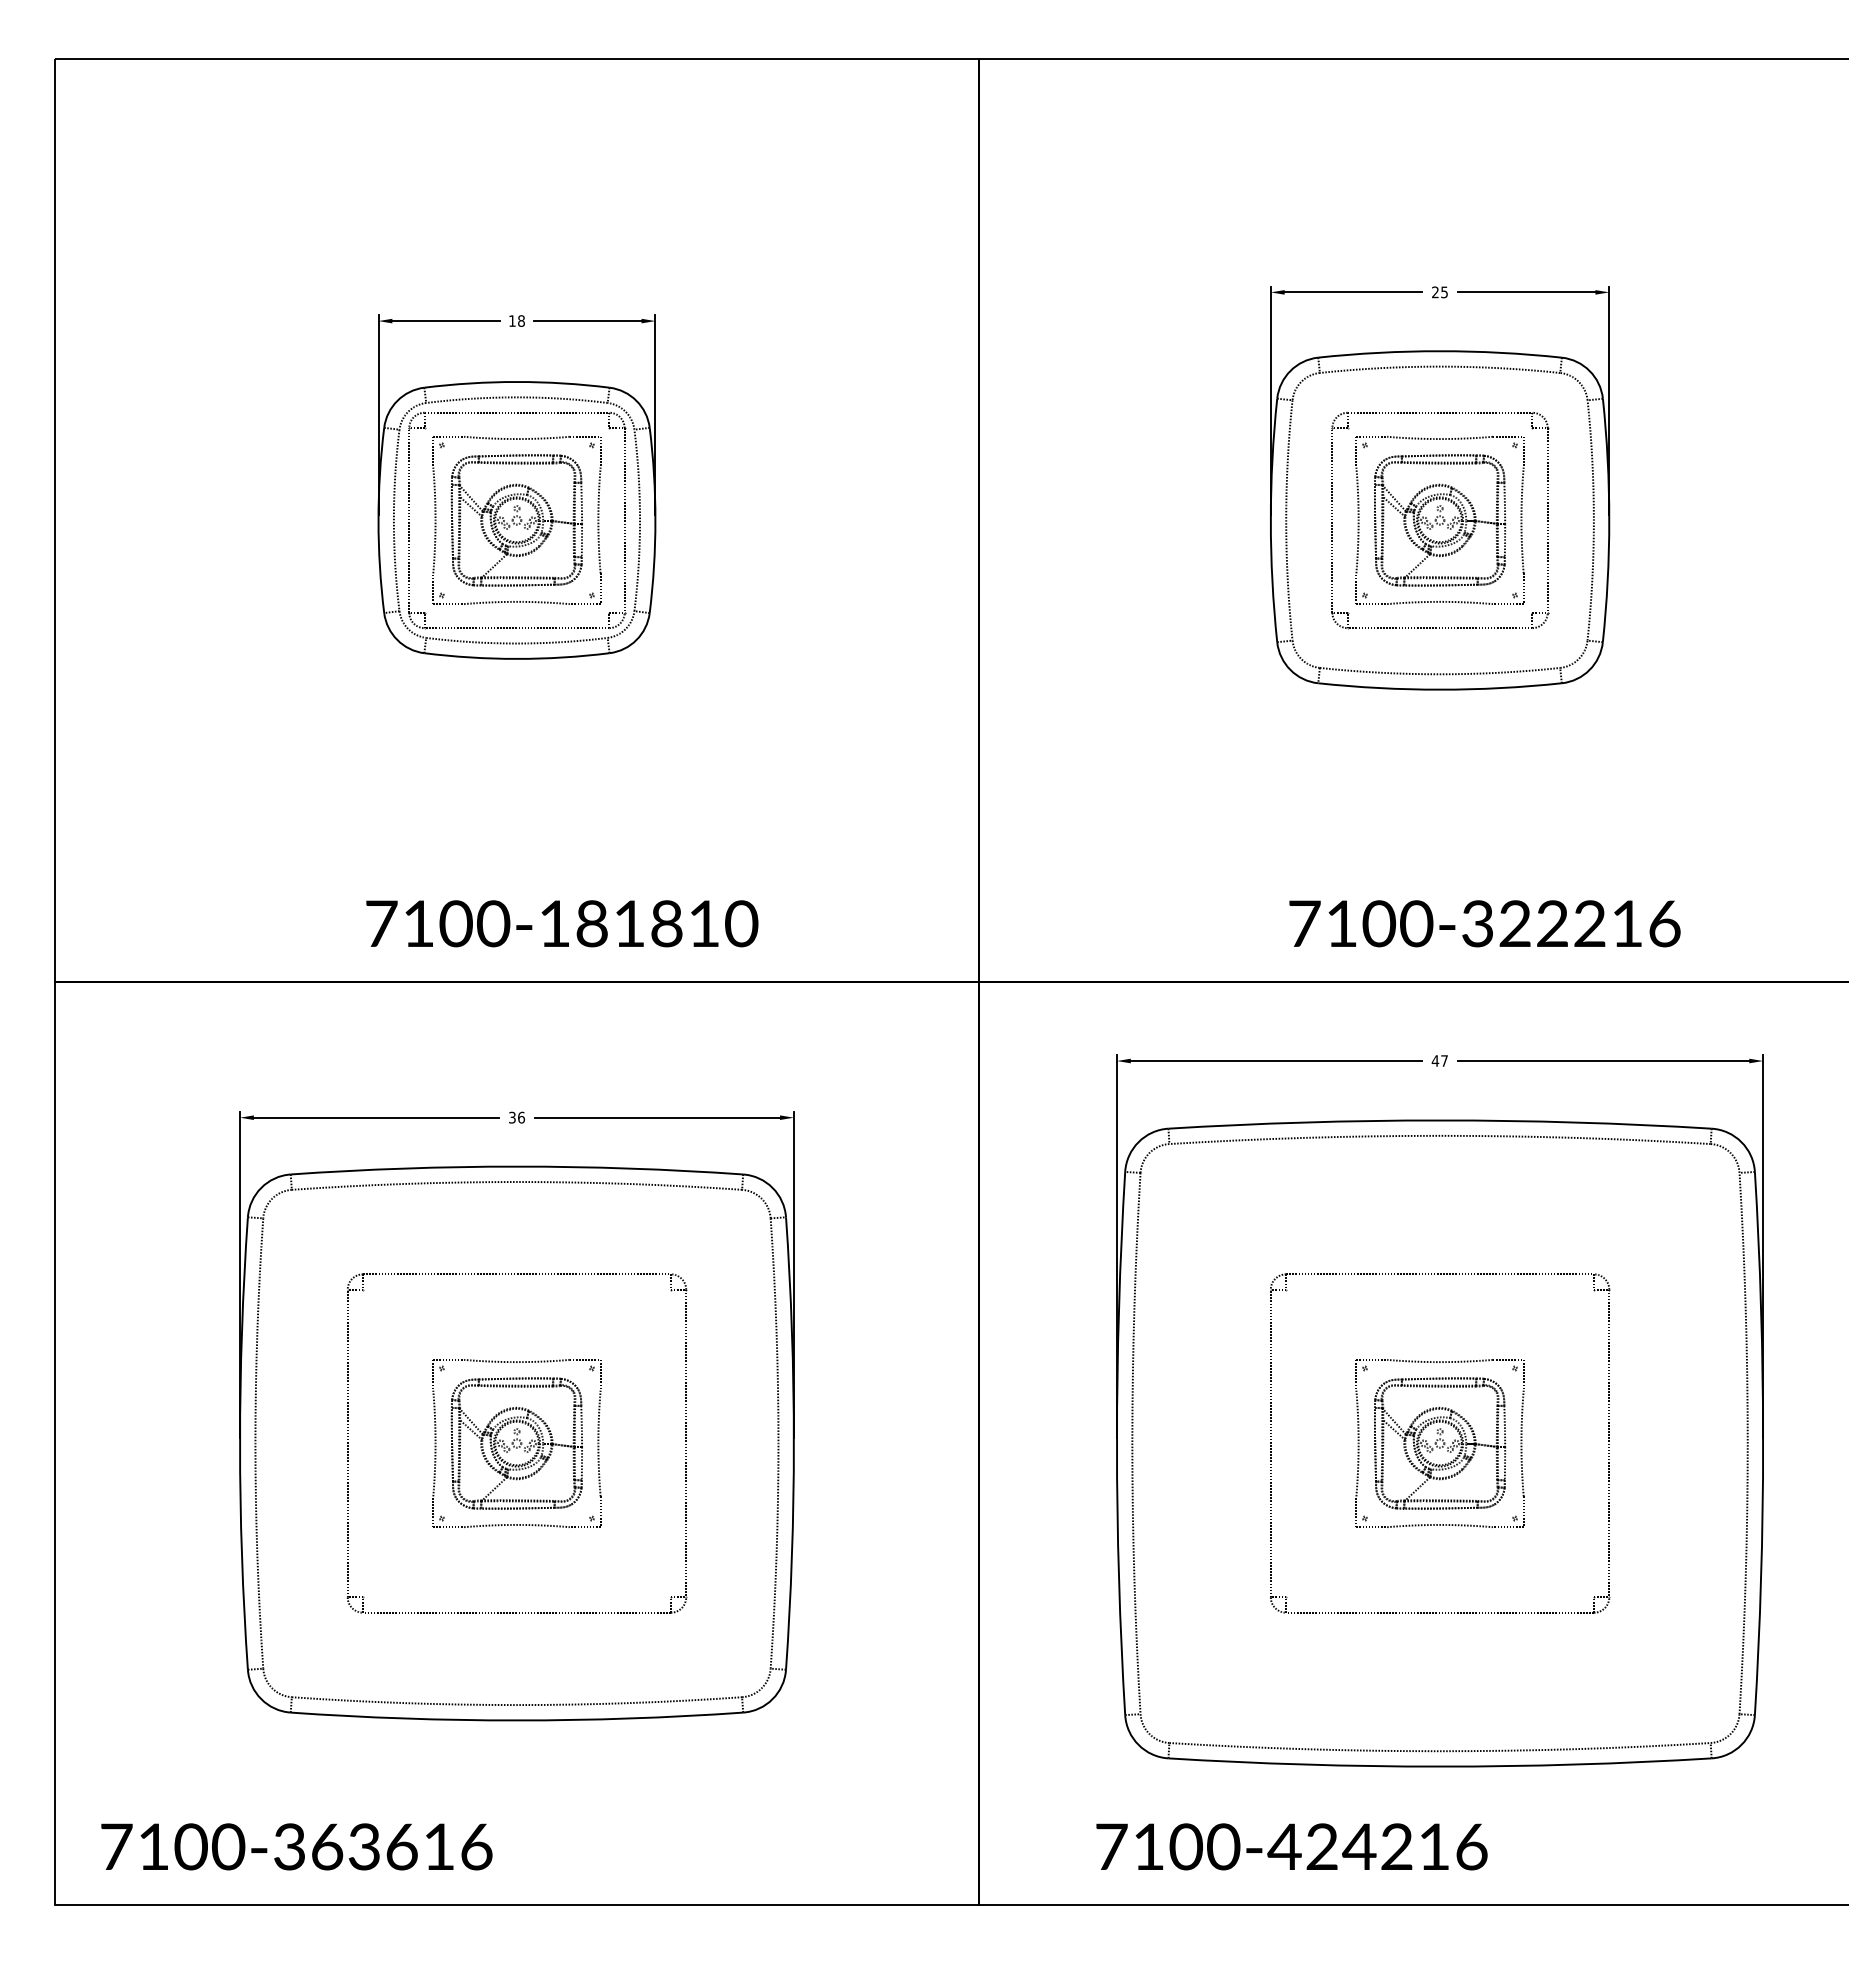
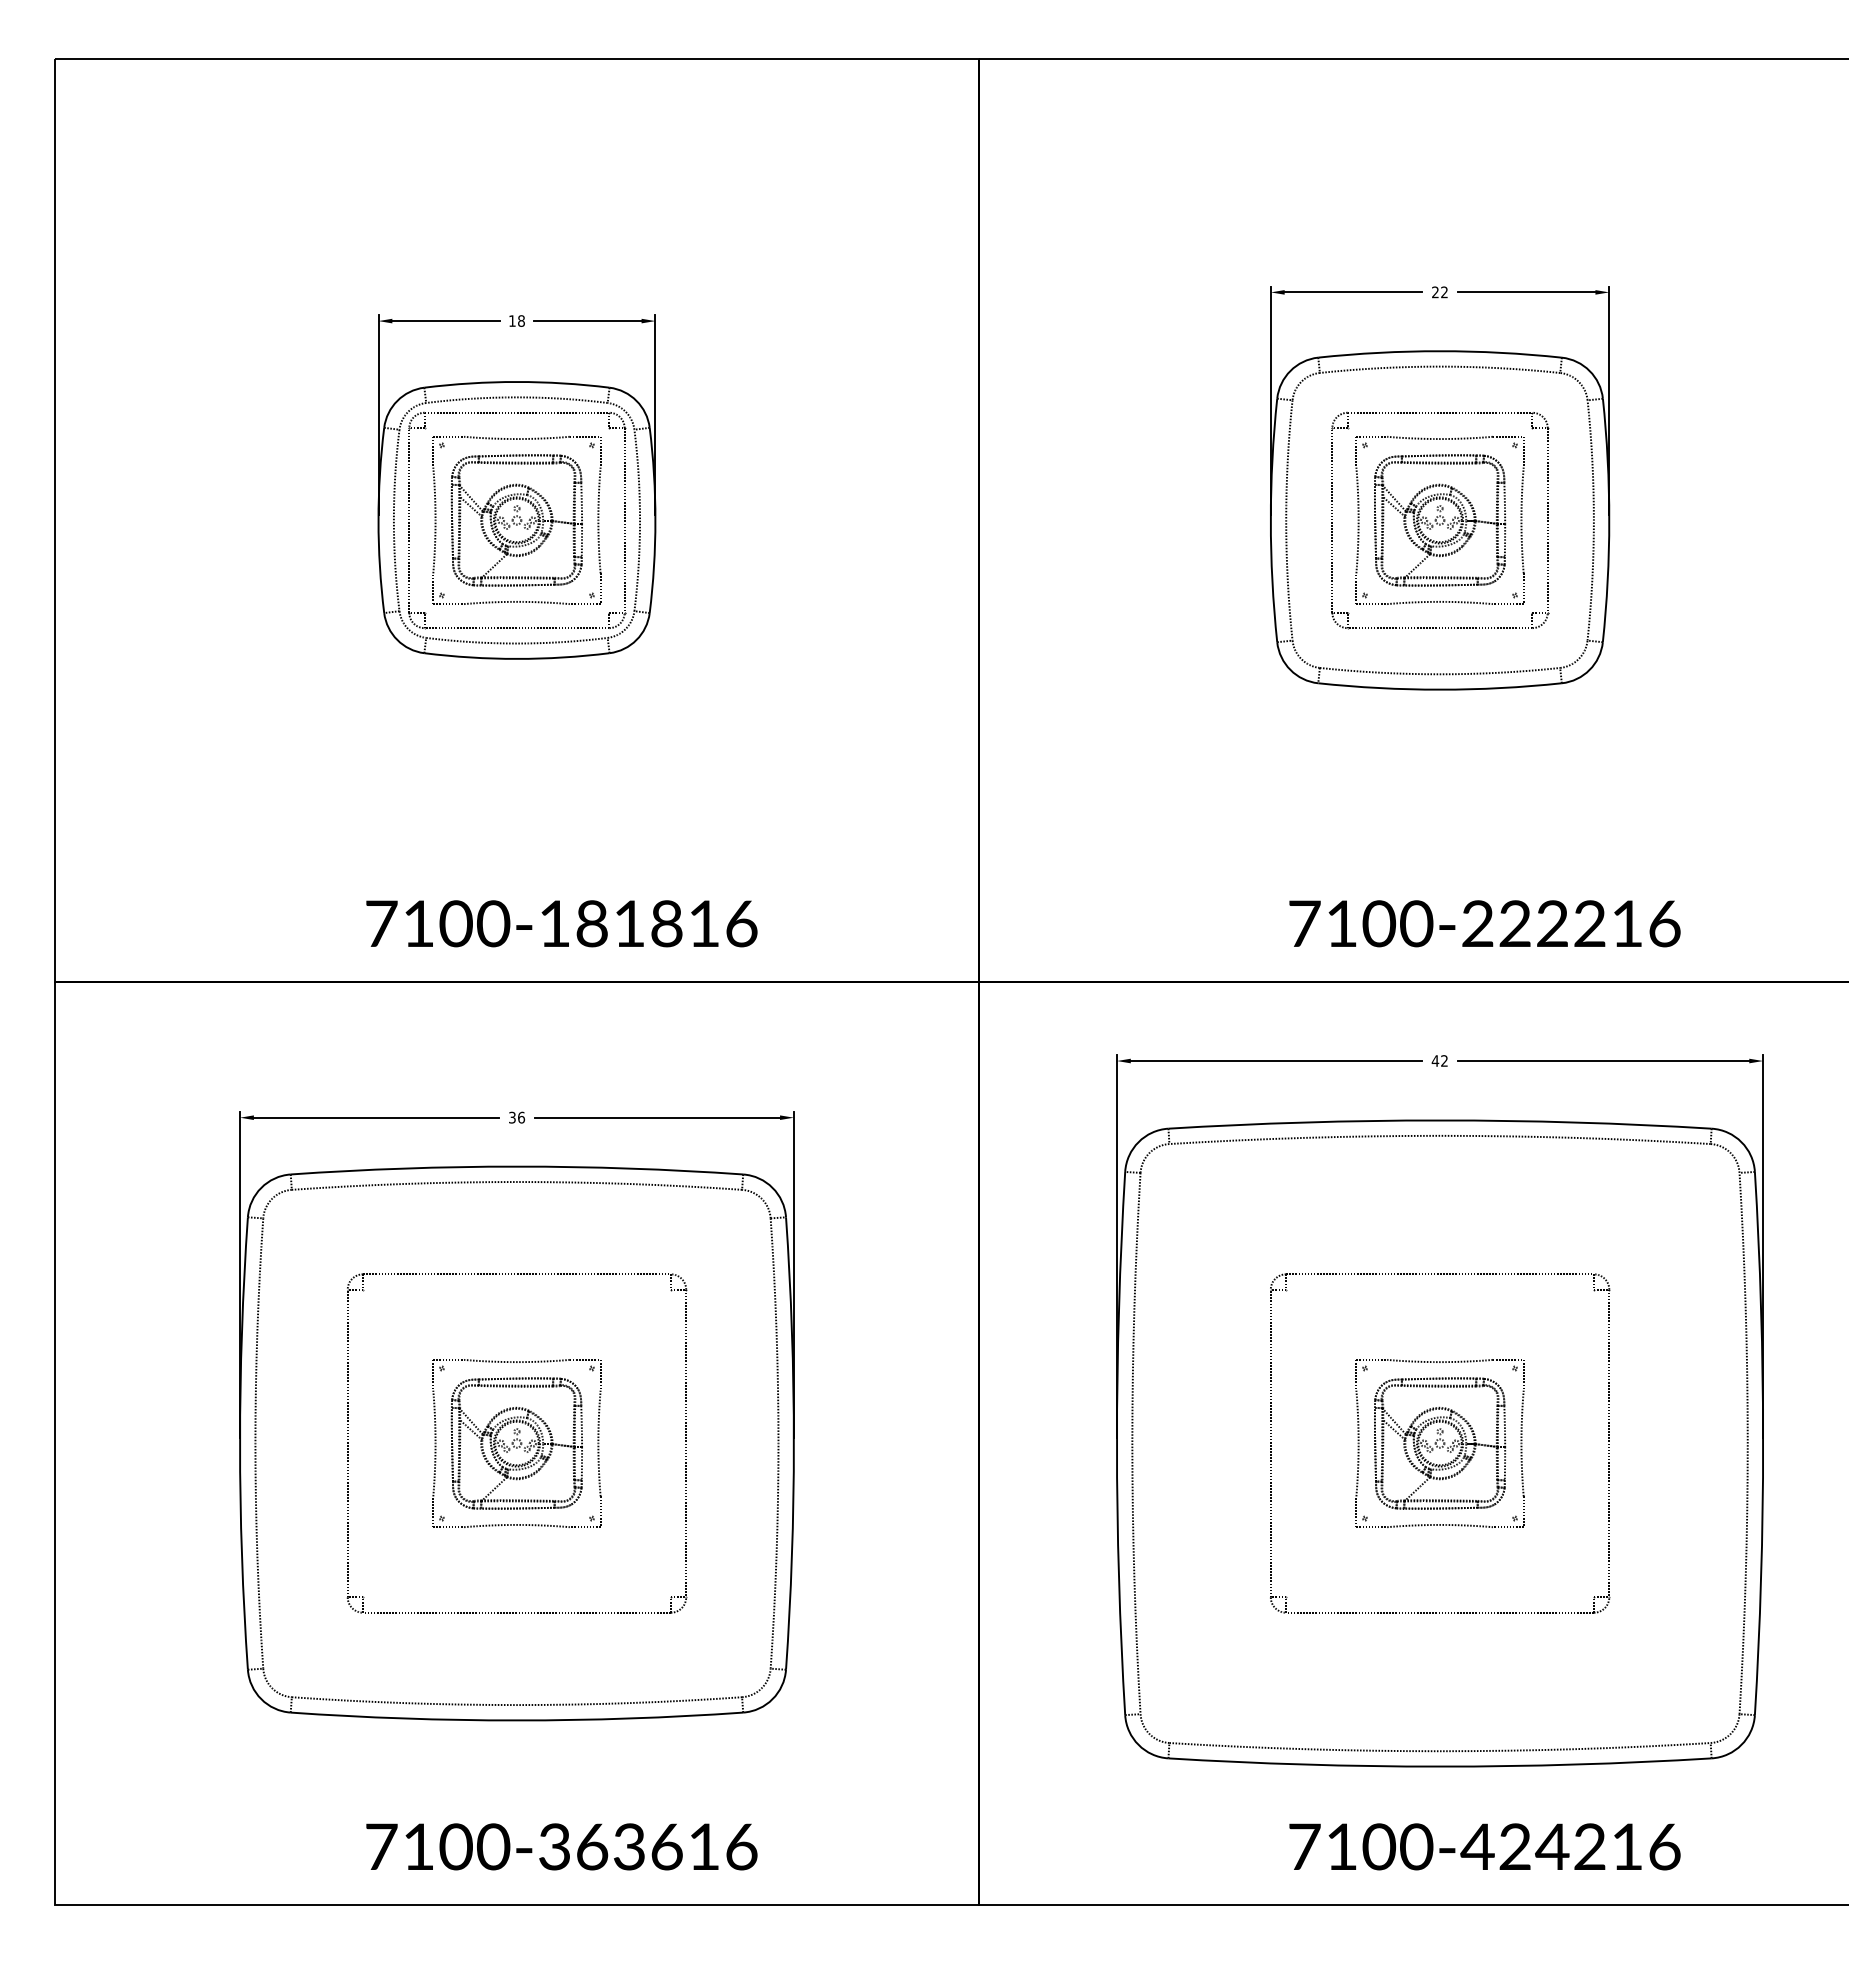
text at (1444, 292): 25 -> 22
text at (741, 923): 7100-181810 -> 7100-181816
text at (1477, 924): 7100-322216 -> 7100-222216
text at (1444, 1060): 47 -> 42
text at (296, 1846) position: (296, 1846) -> (561, 1846)
text at (1291, 1846) position: (1291, 1846) -> (1484, 1846)
